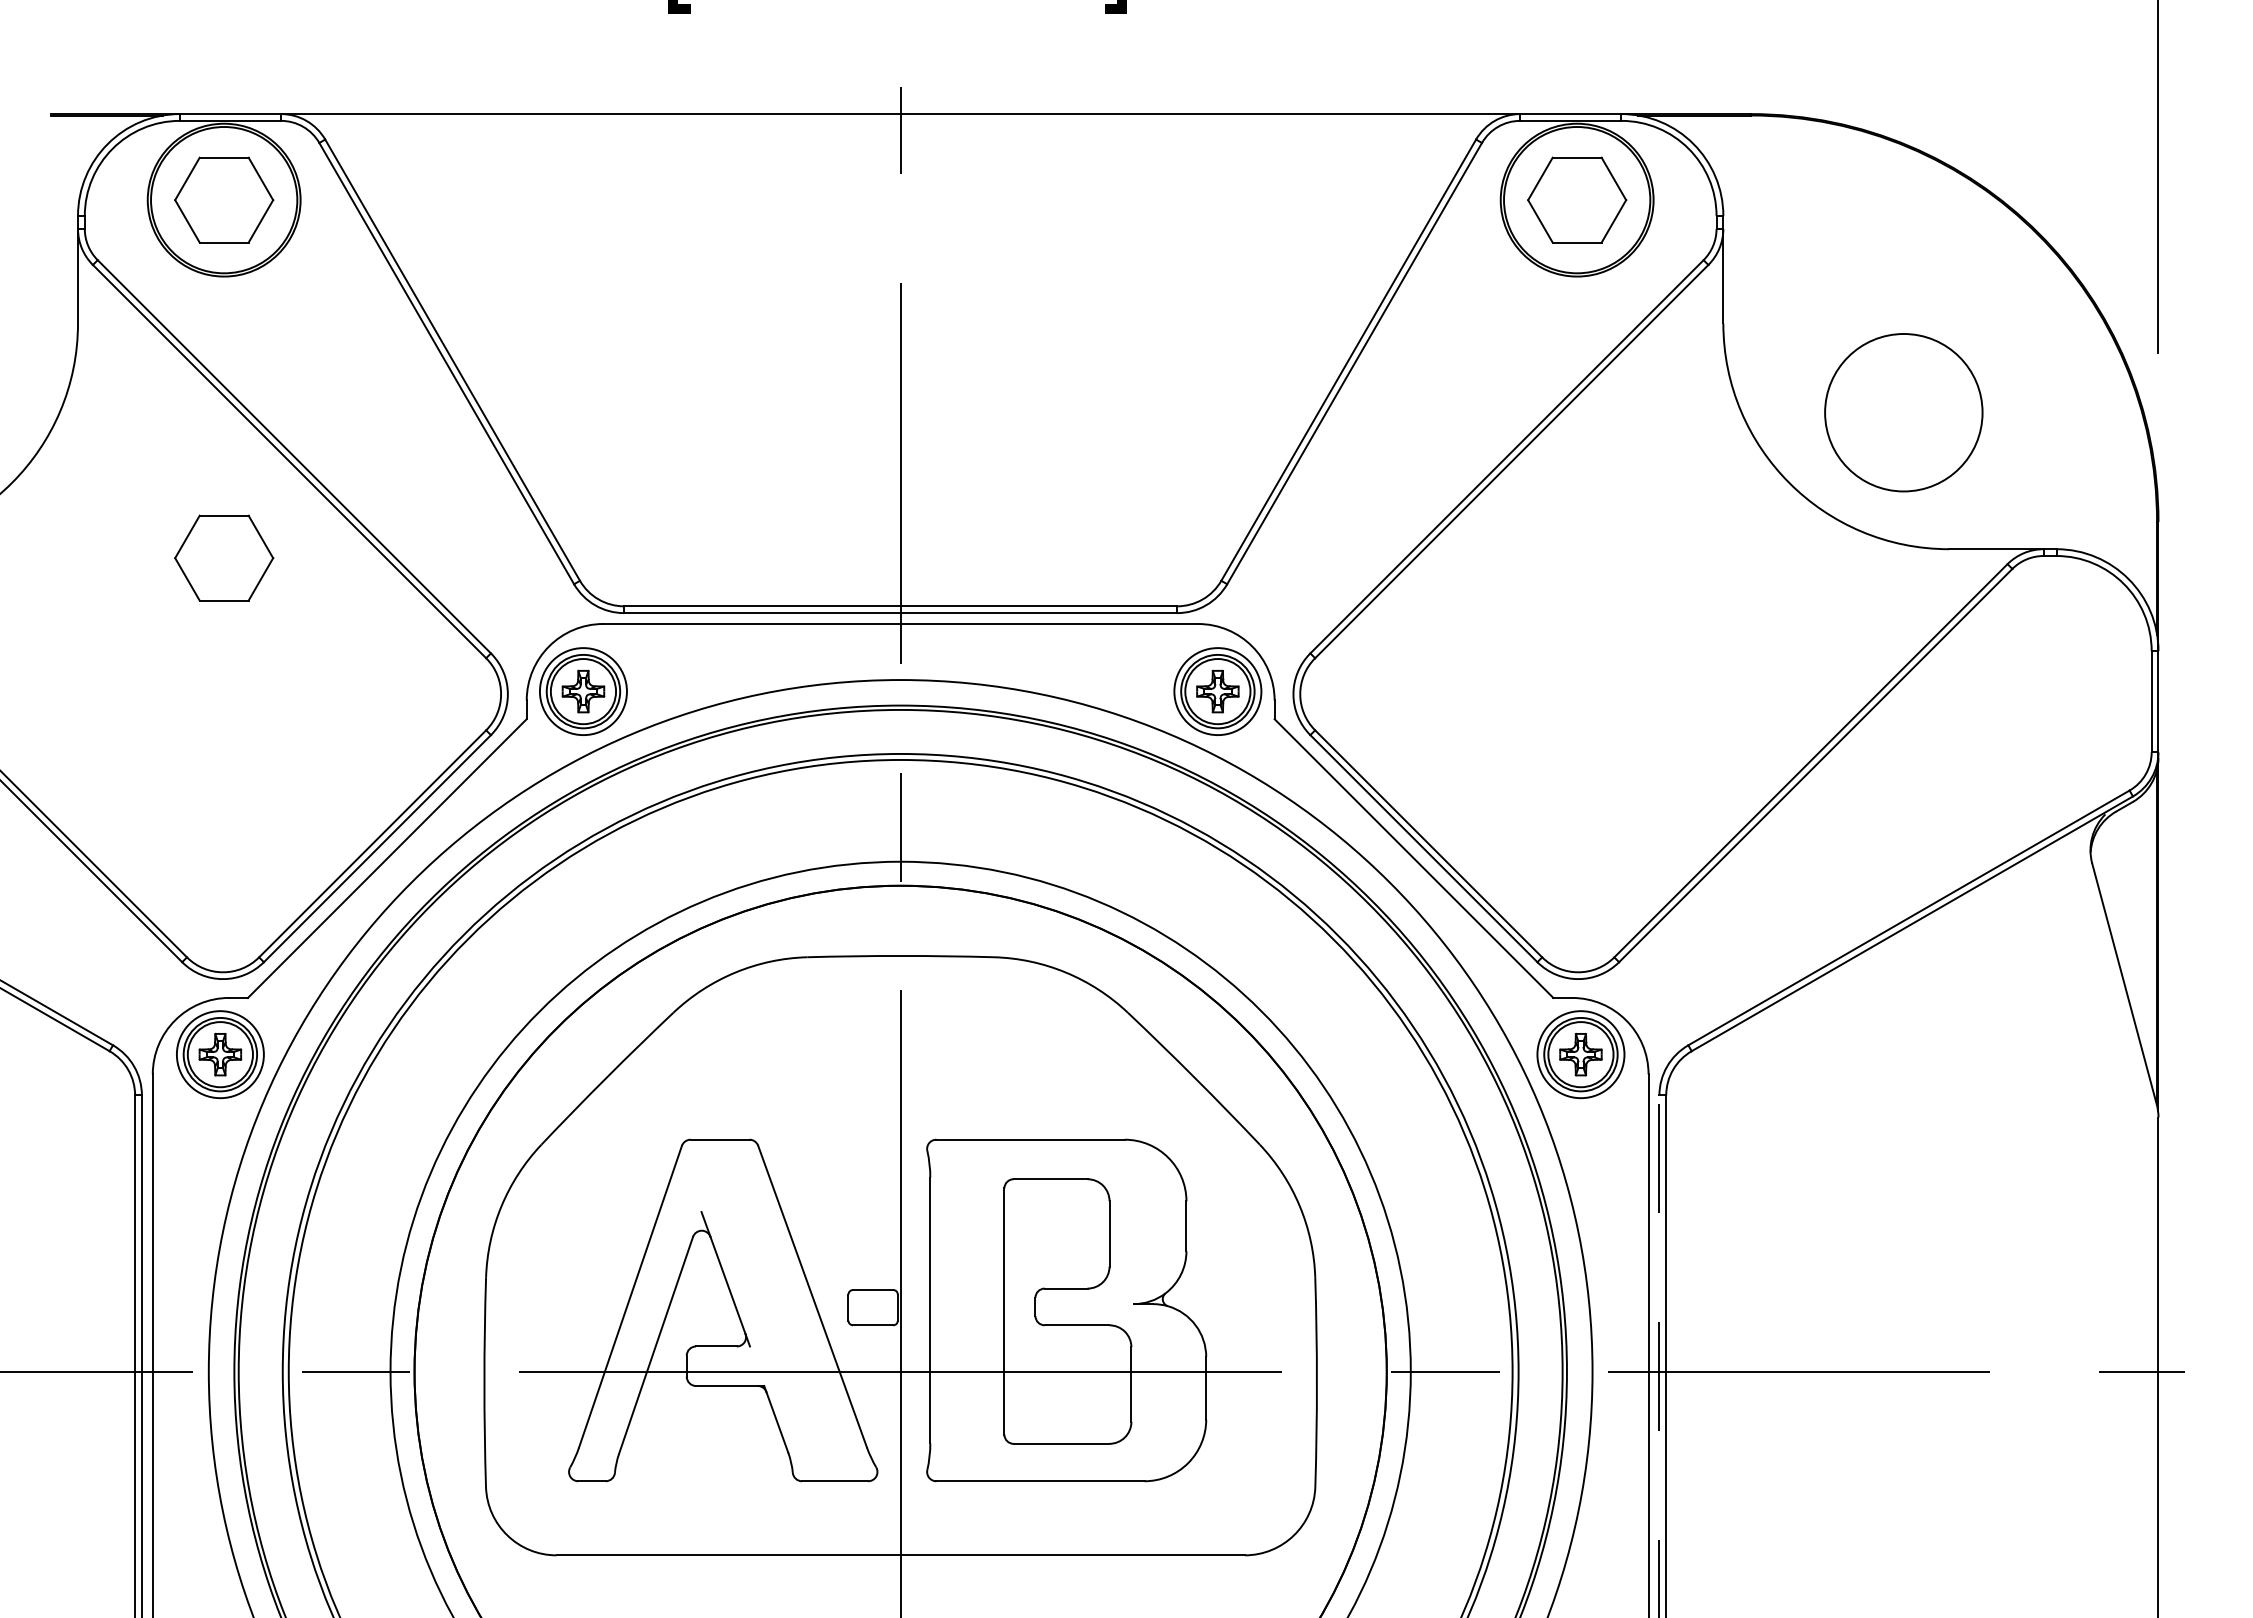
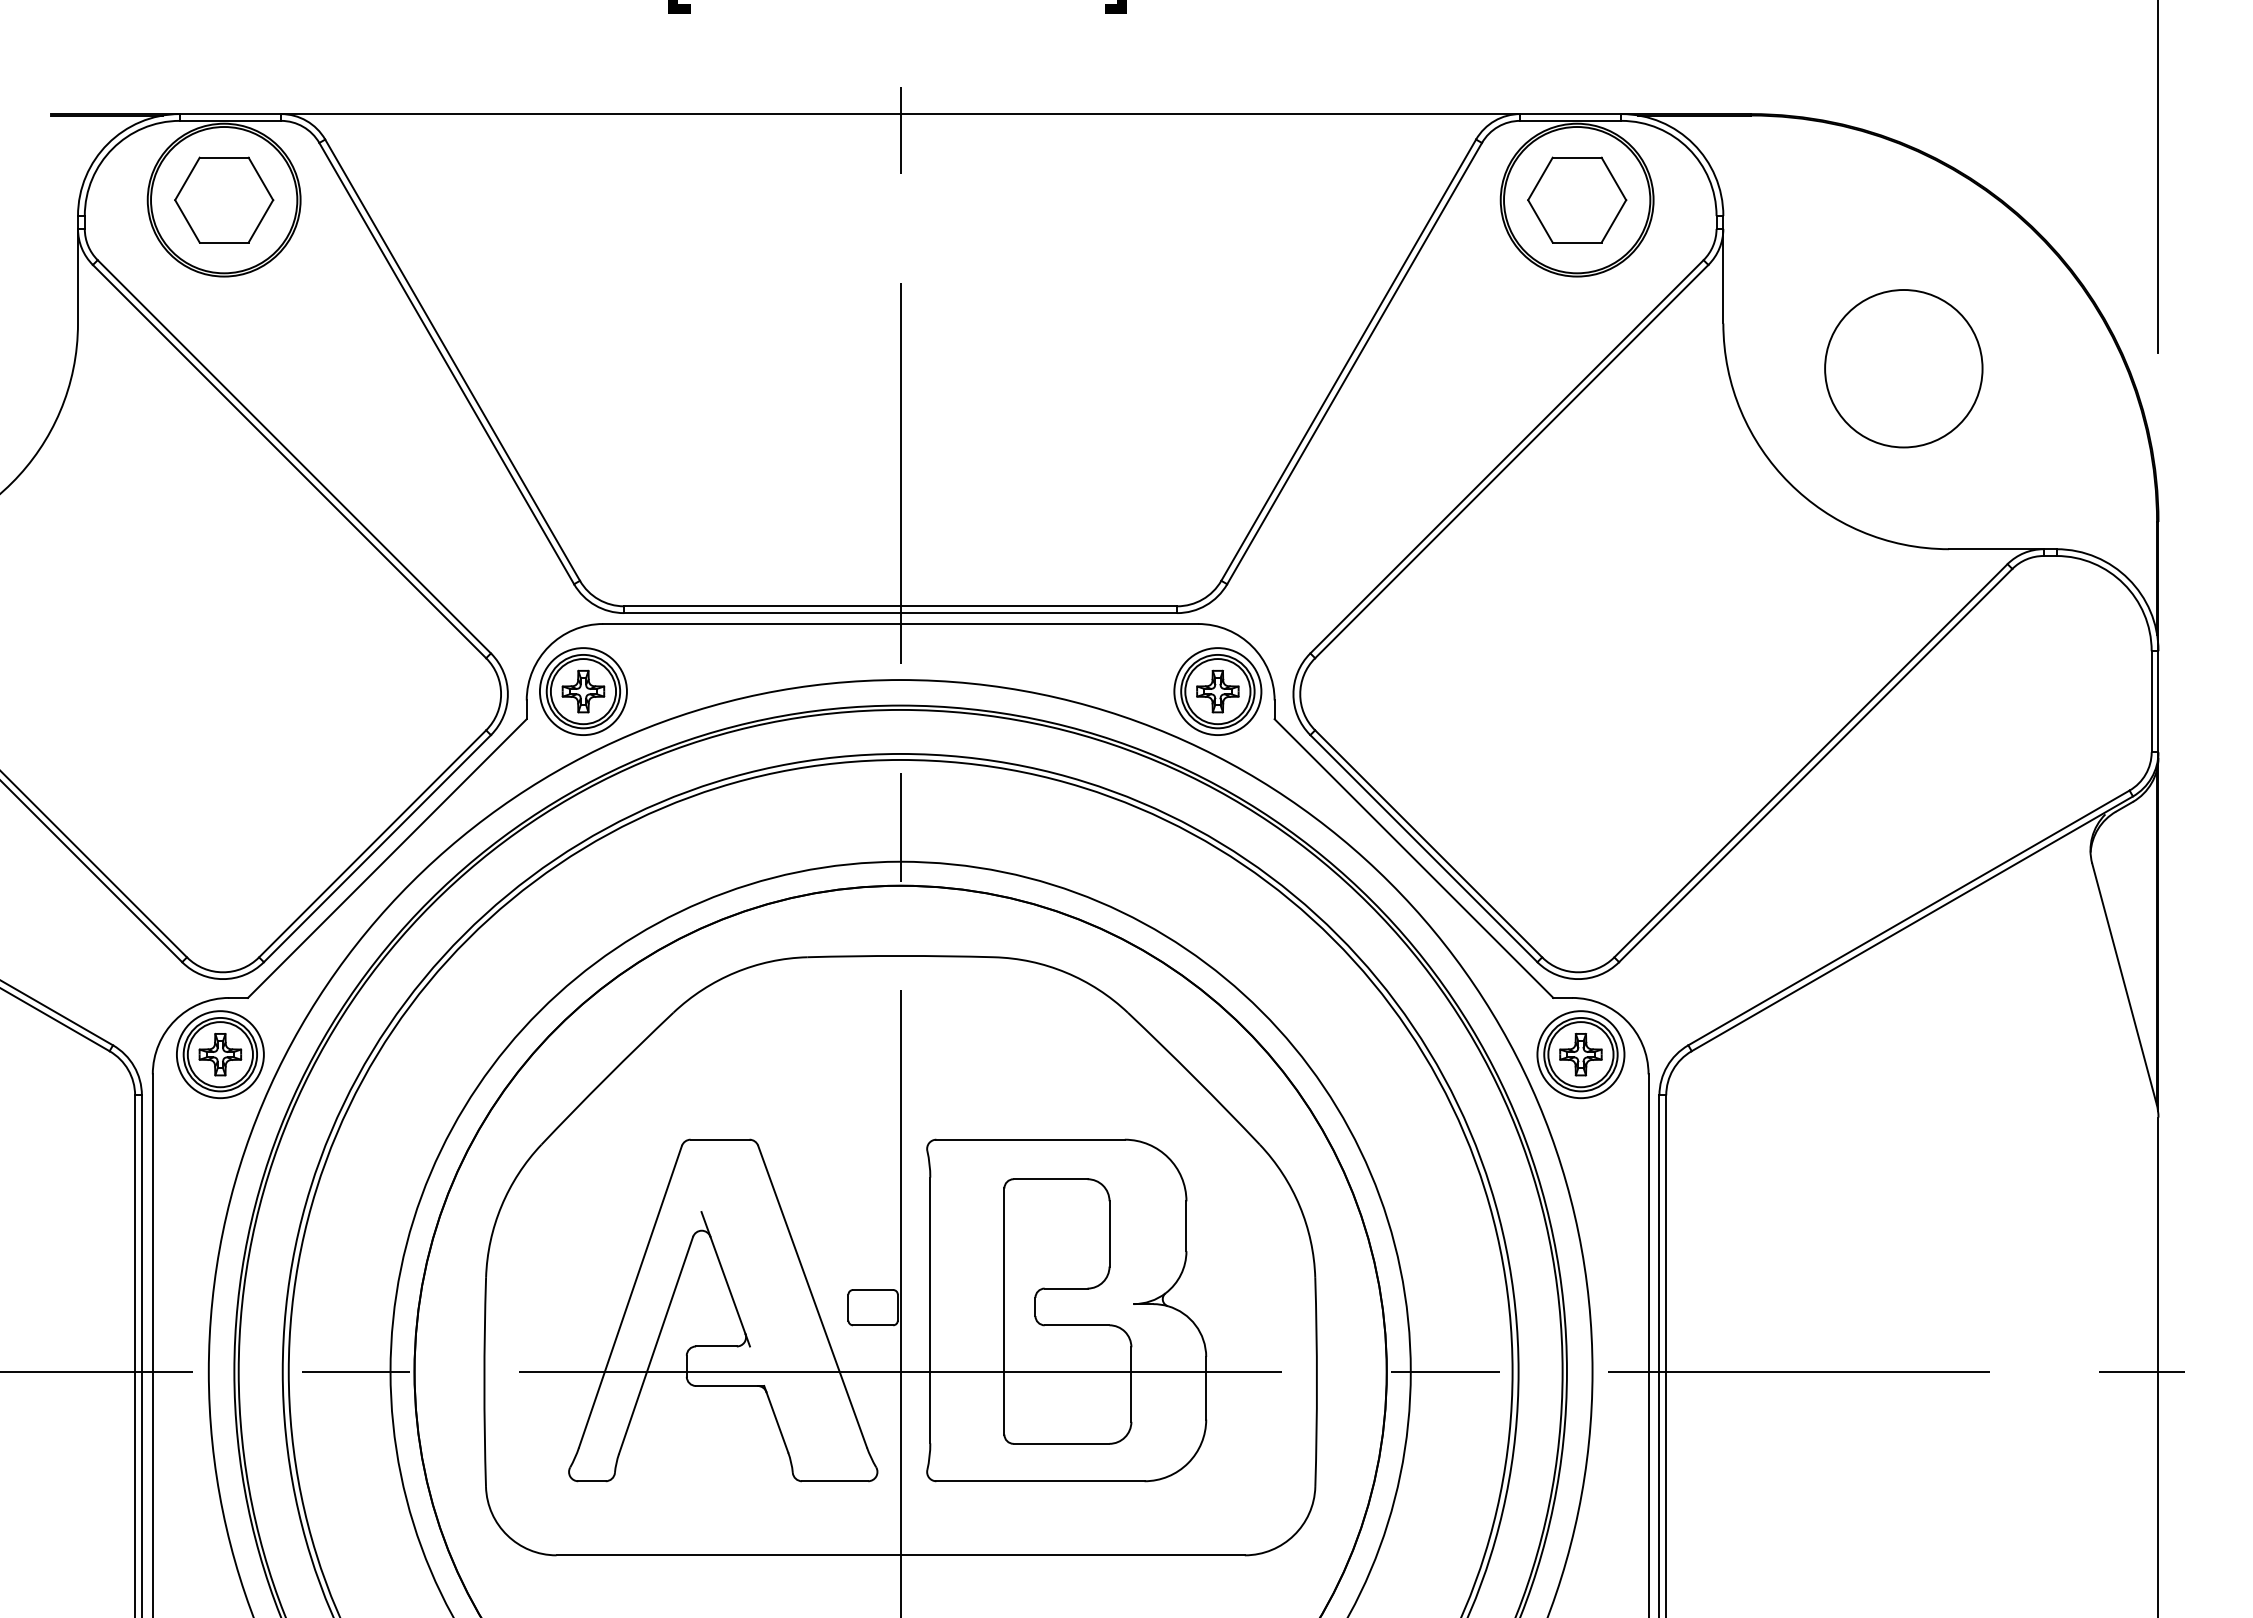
circle at (1903, 412) position: (1903, 412) -> (1903, 368)
part at (224, 557): present -> none
line at (1659, 1355): dashed -> solid
